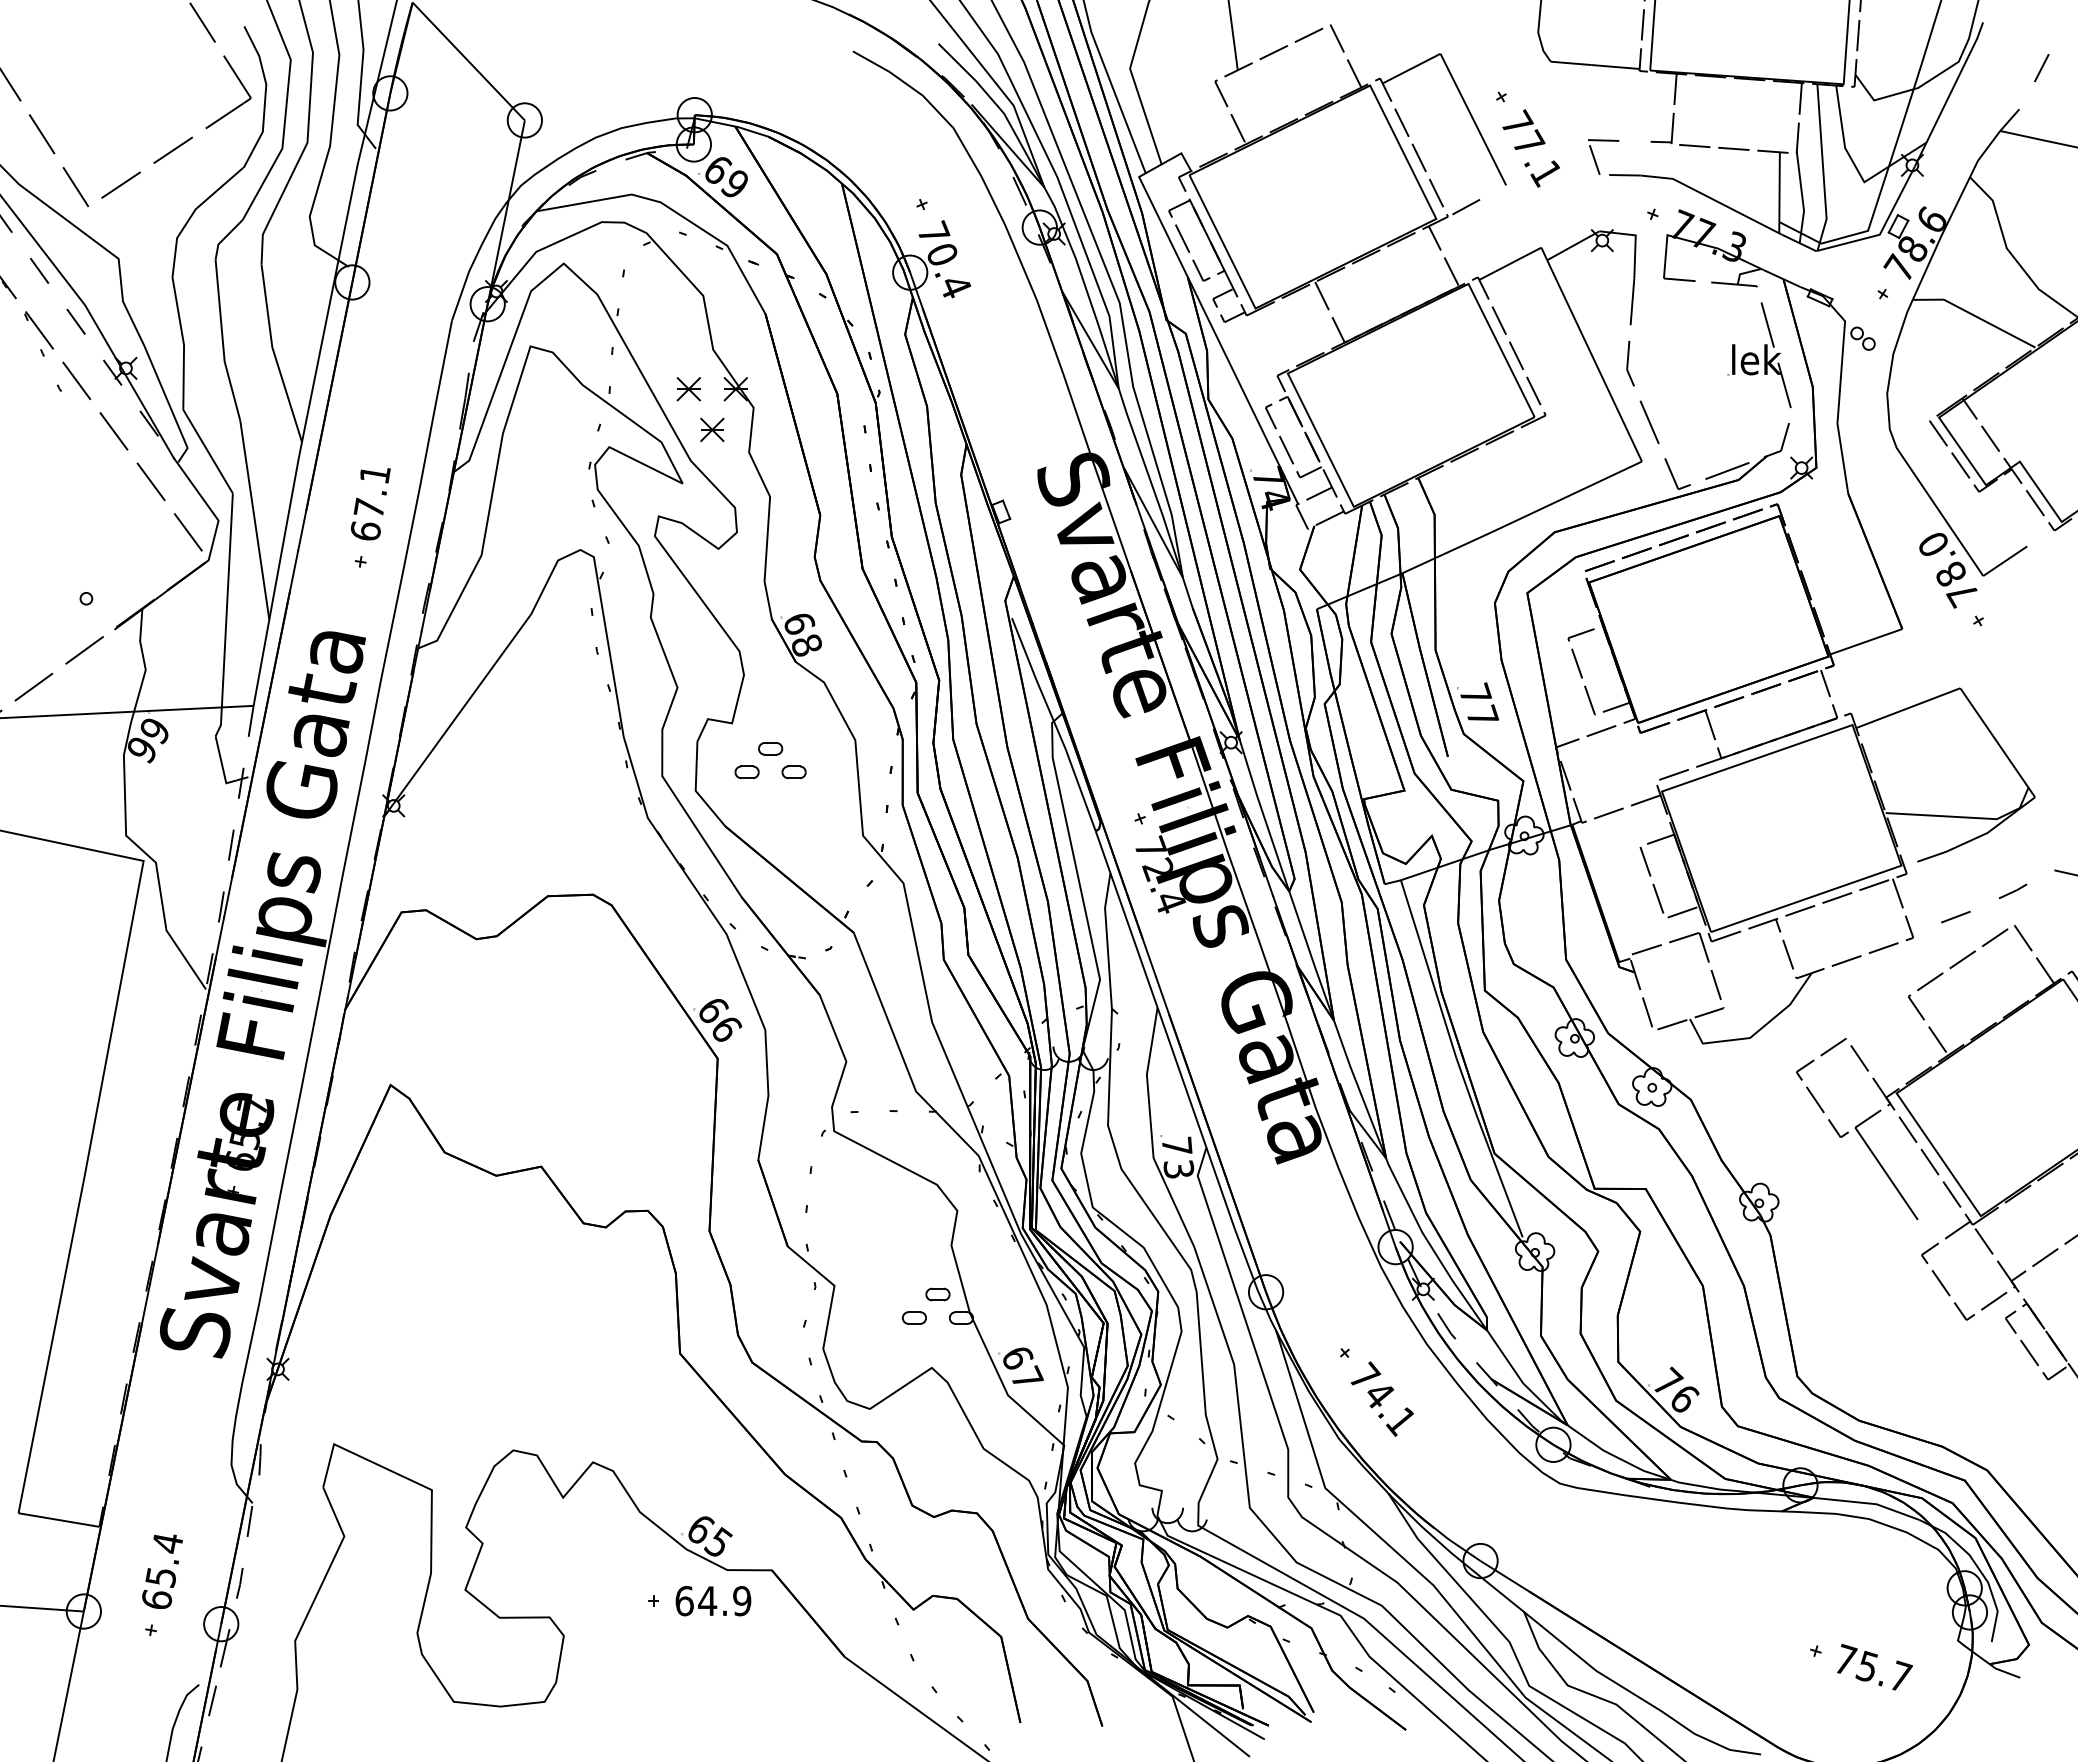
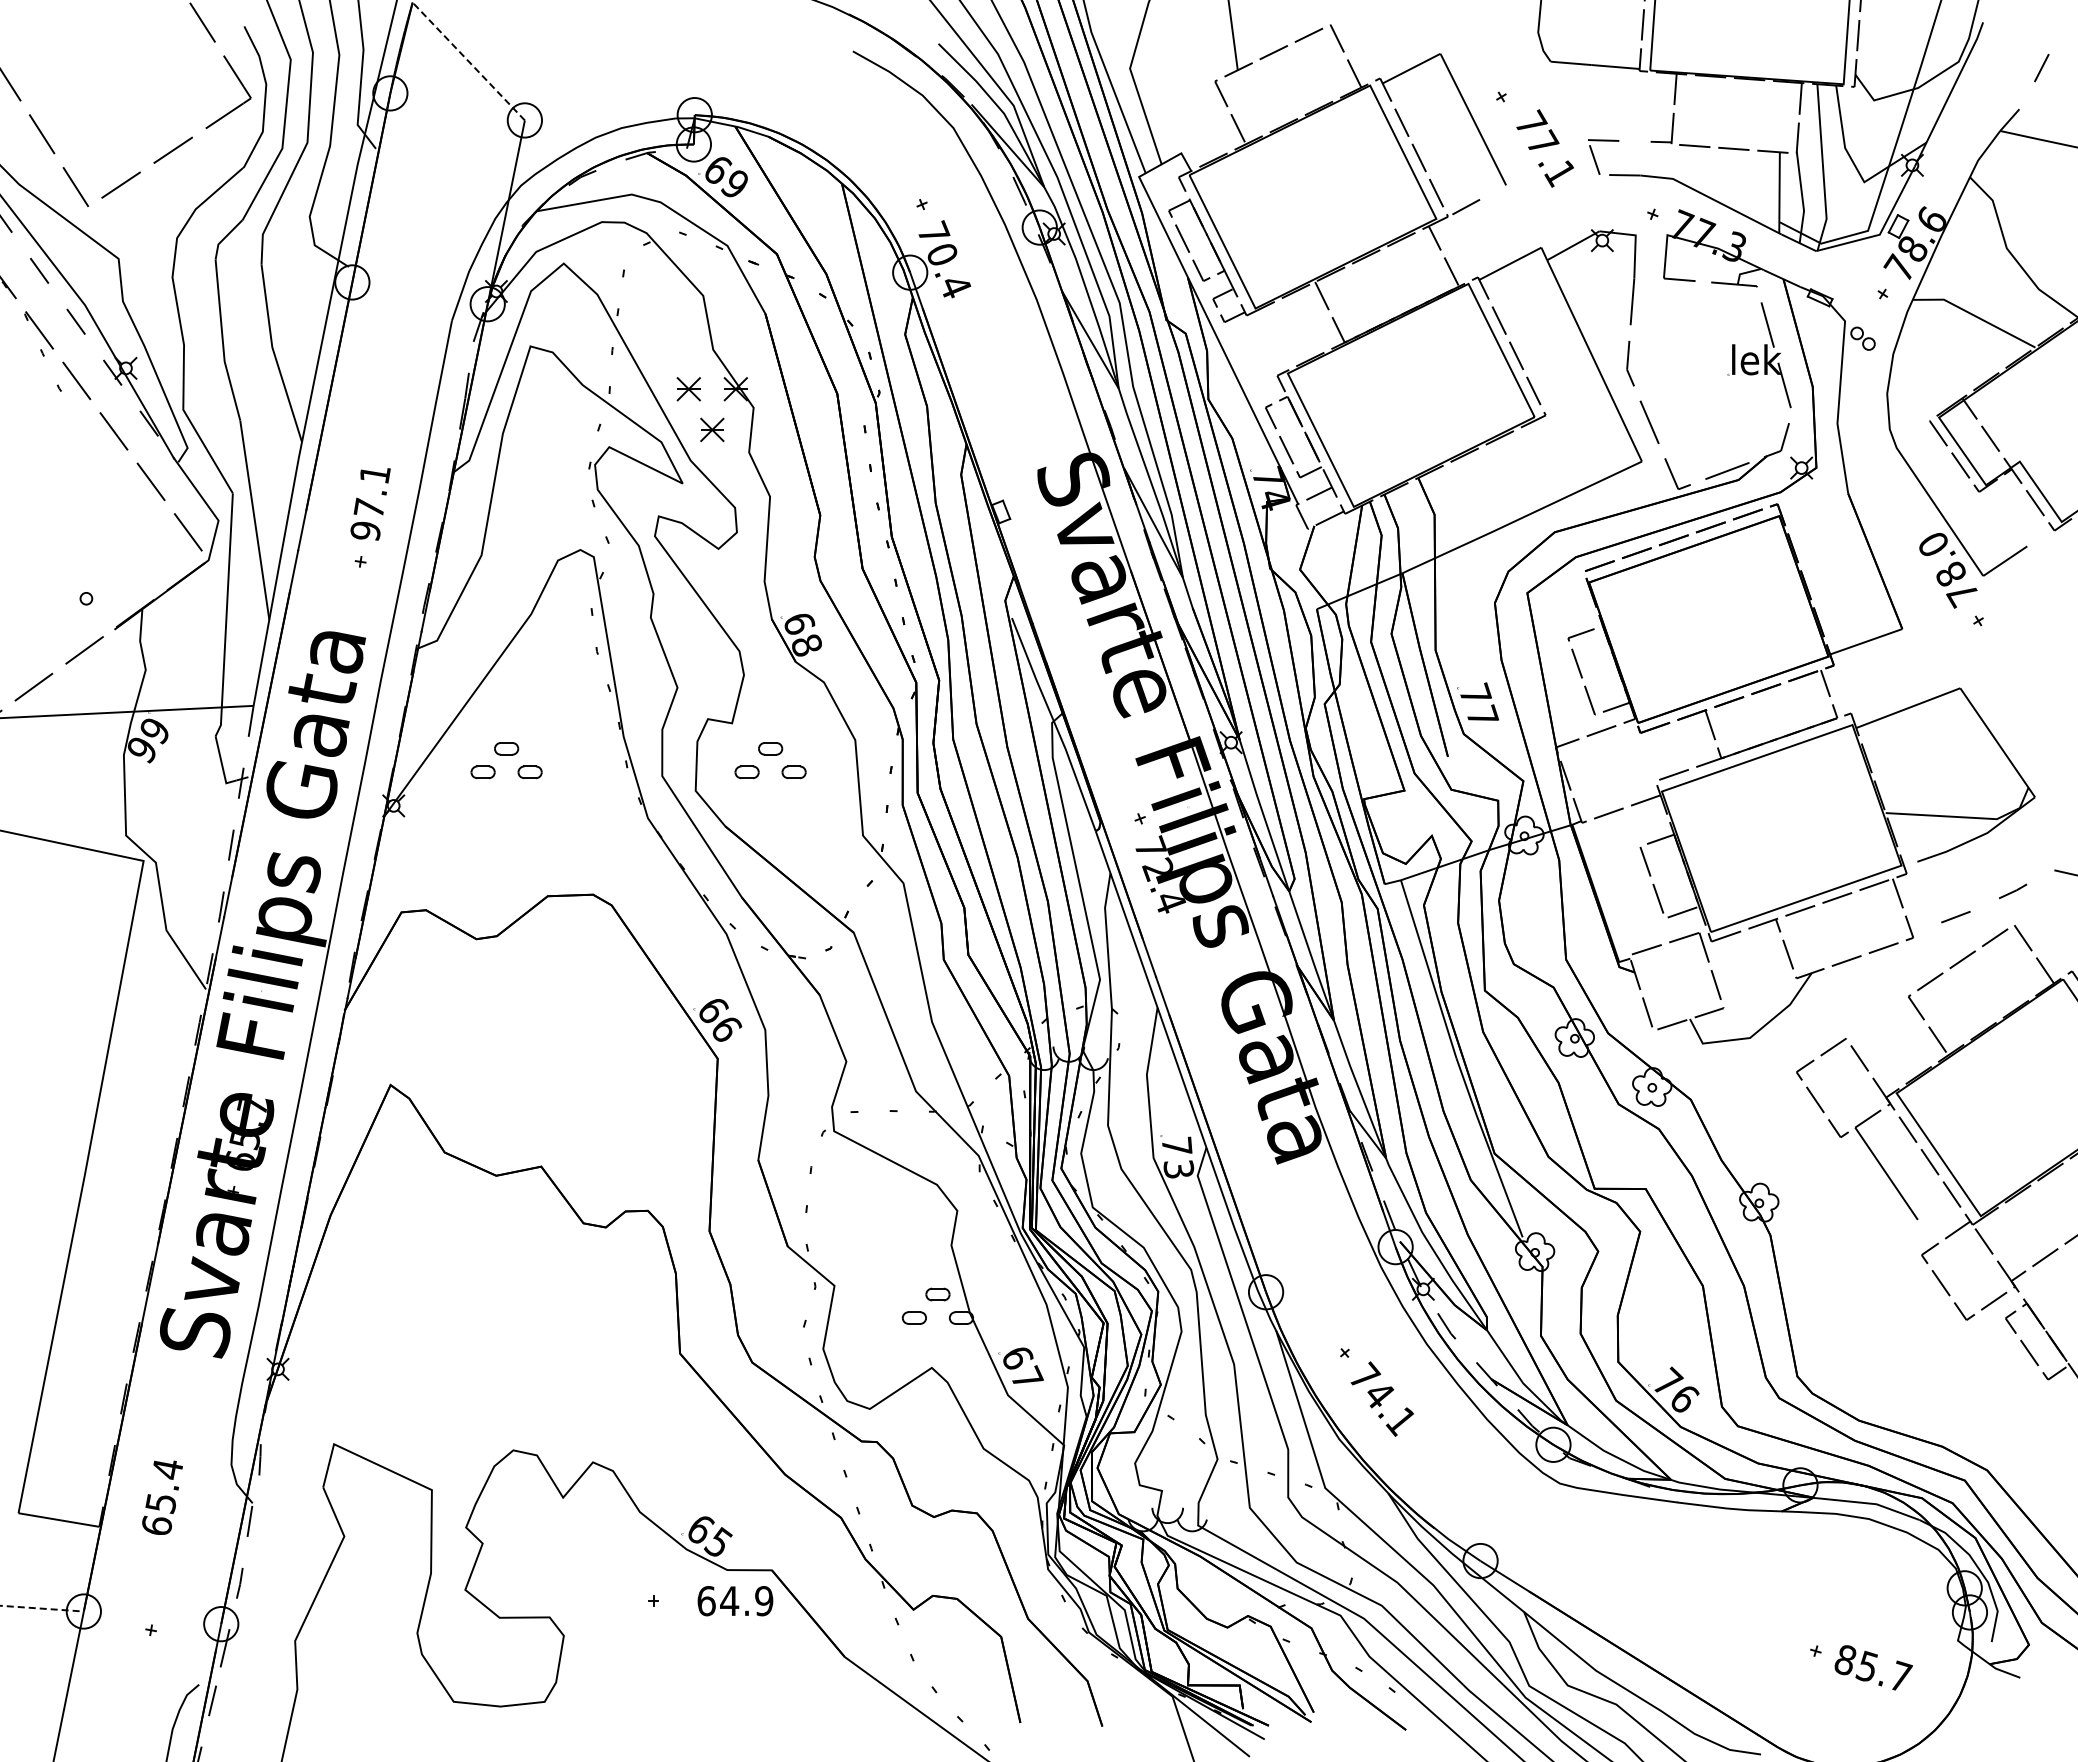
line at (468, 61): solid -> dashed
text at (1530, 148) position: (1530, 148) -> (1544, 148)
text at (365, 530): 67.1 -> 97.1
part at (506, 760): none -> present
text at (162, 1571) position: (162, 1571) -> (162, 1497)
text at (713, 1601) position: (713, 1601) -> (735, 1601)
line at (42, 1608): solid -> dashed
text at (1845, 1659): 75.7 -> 85.7
